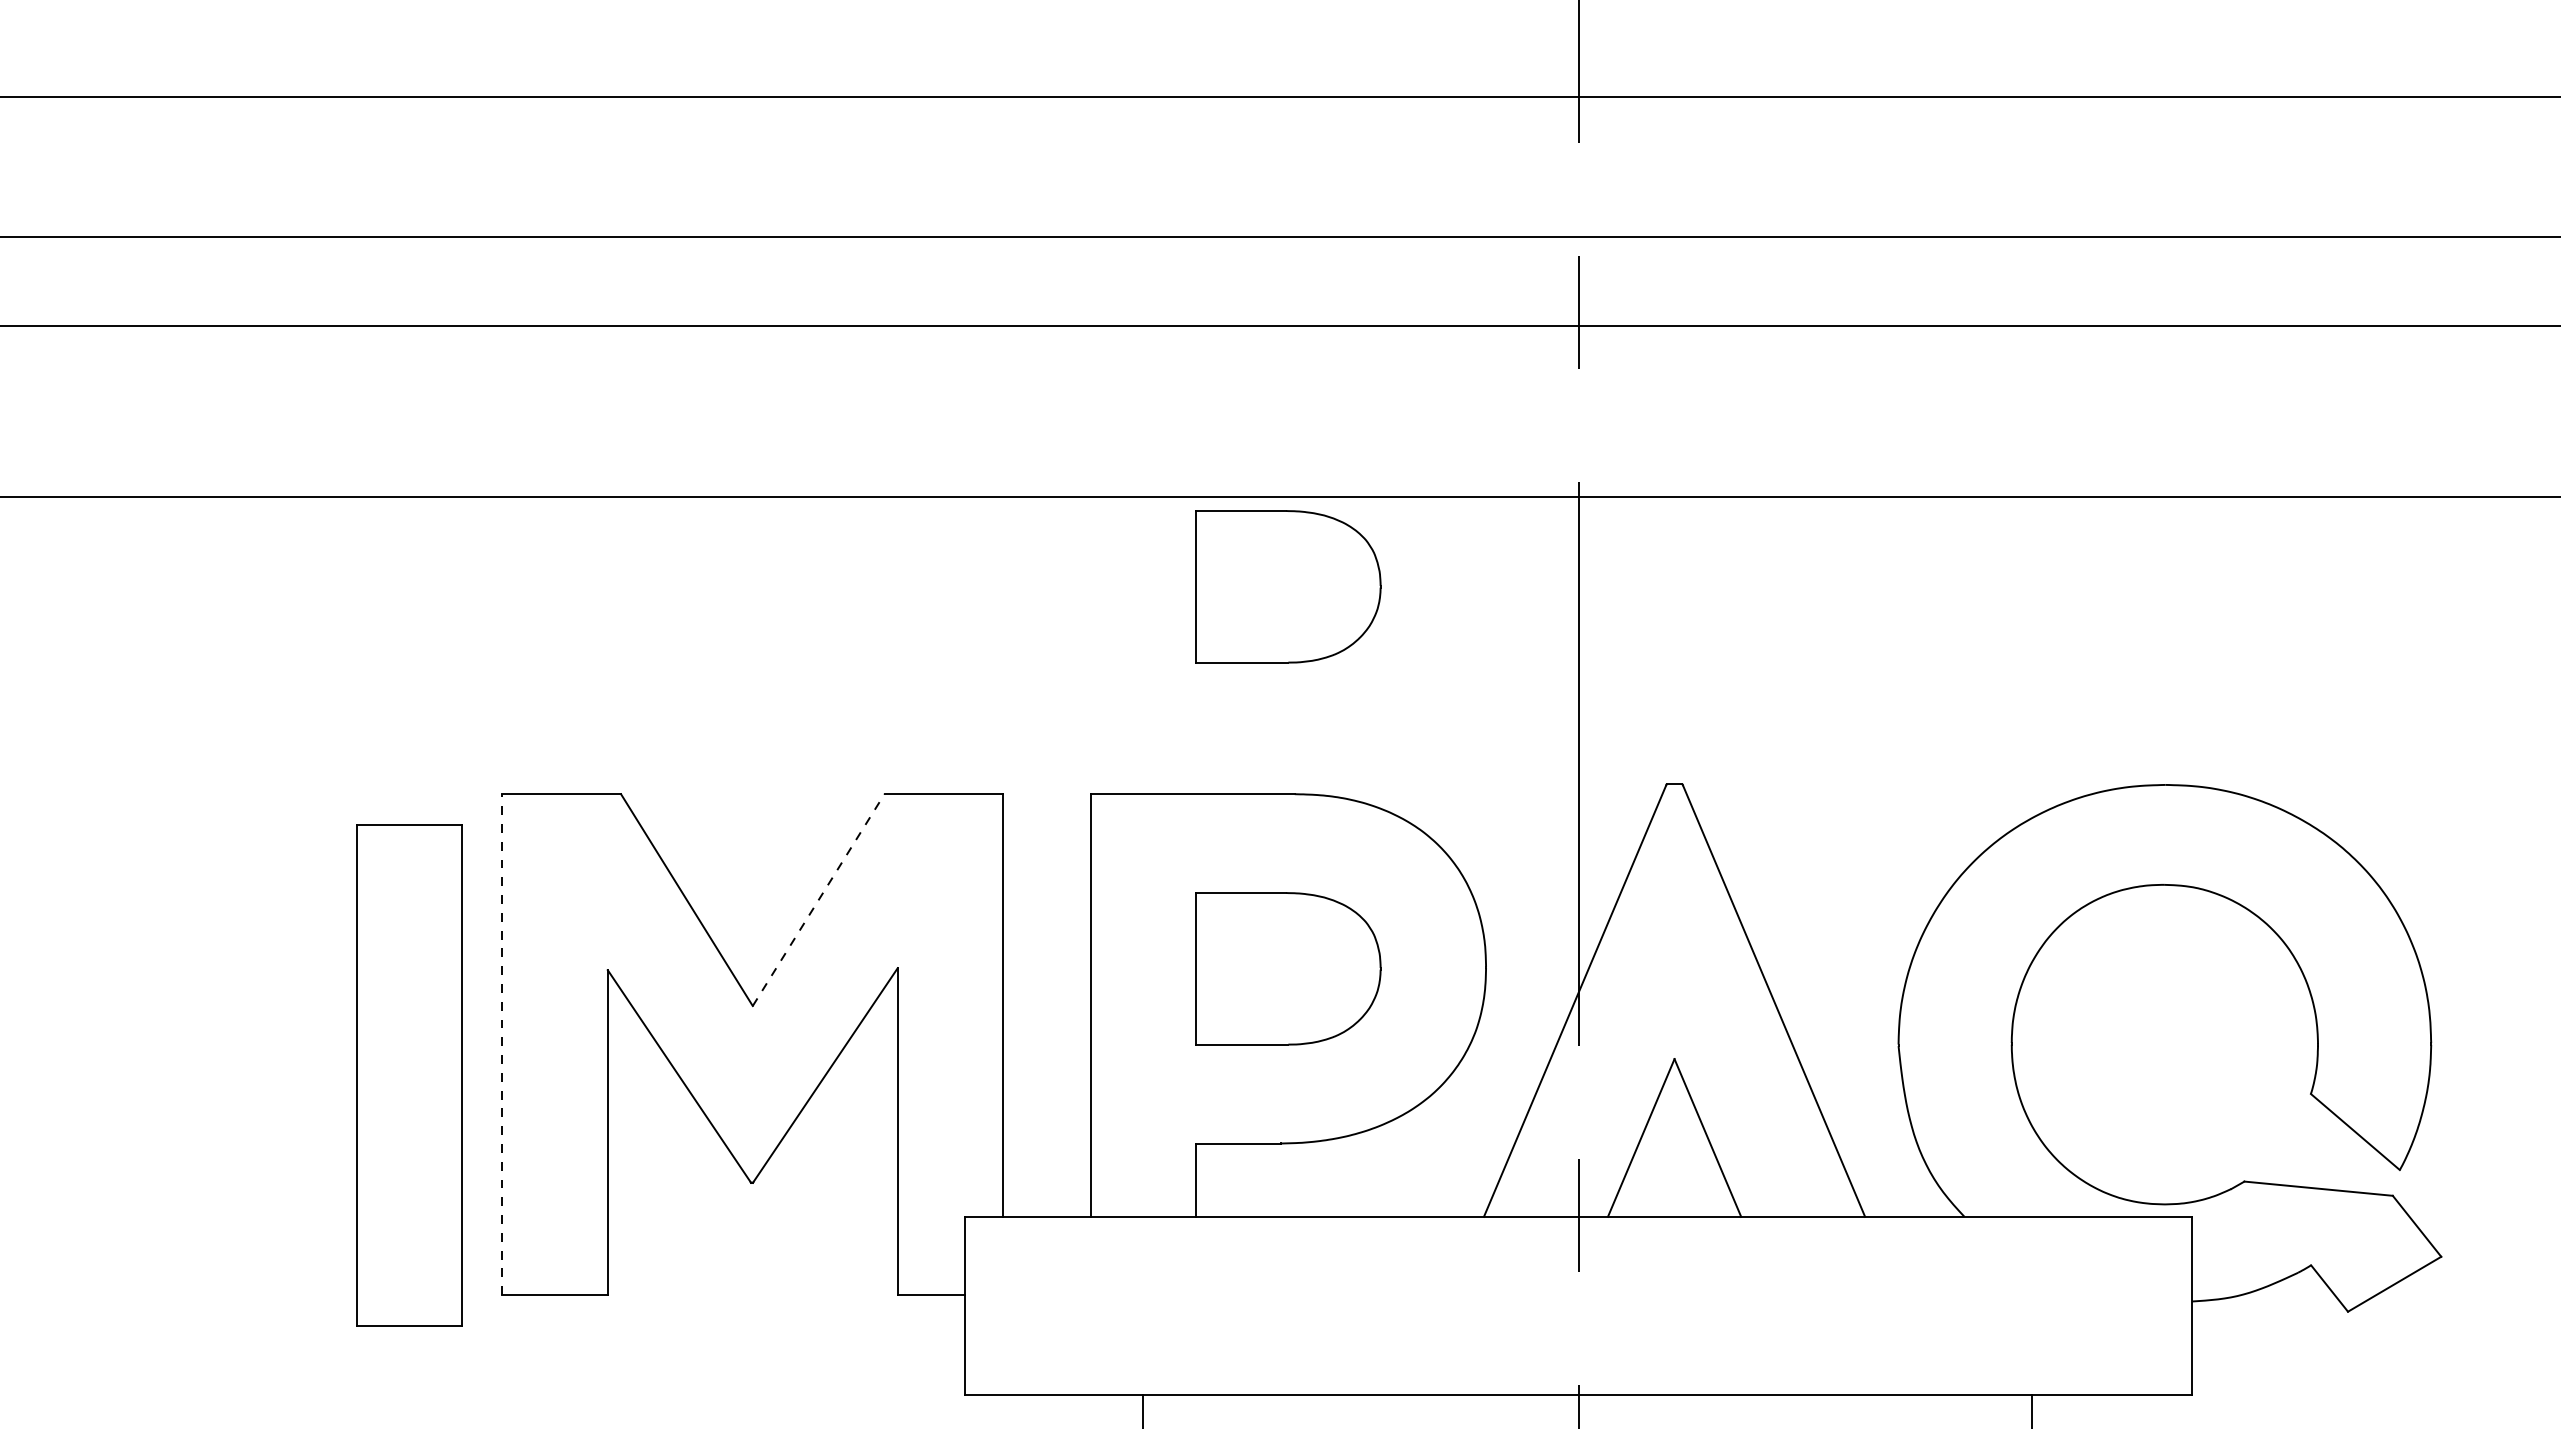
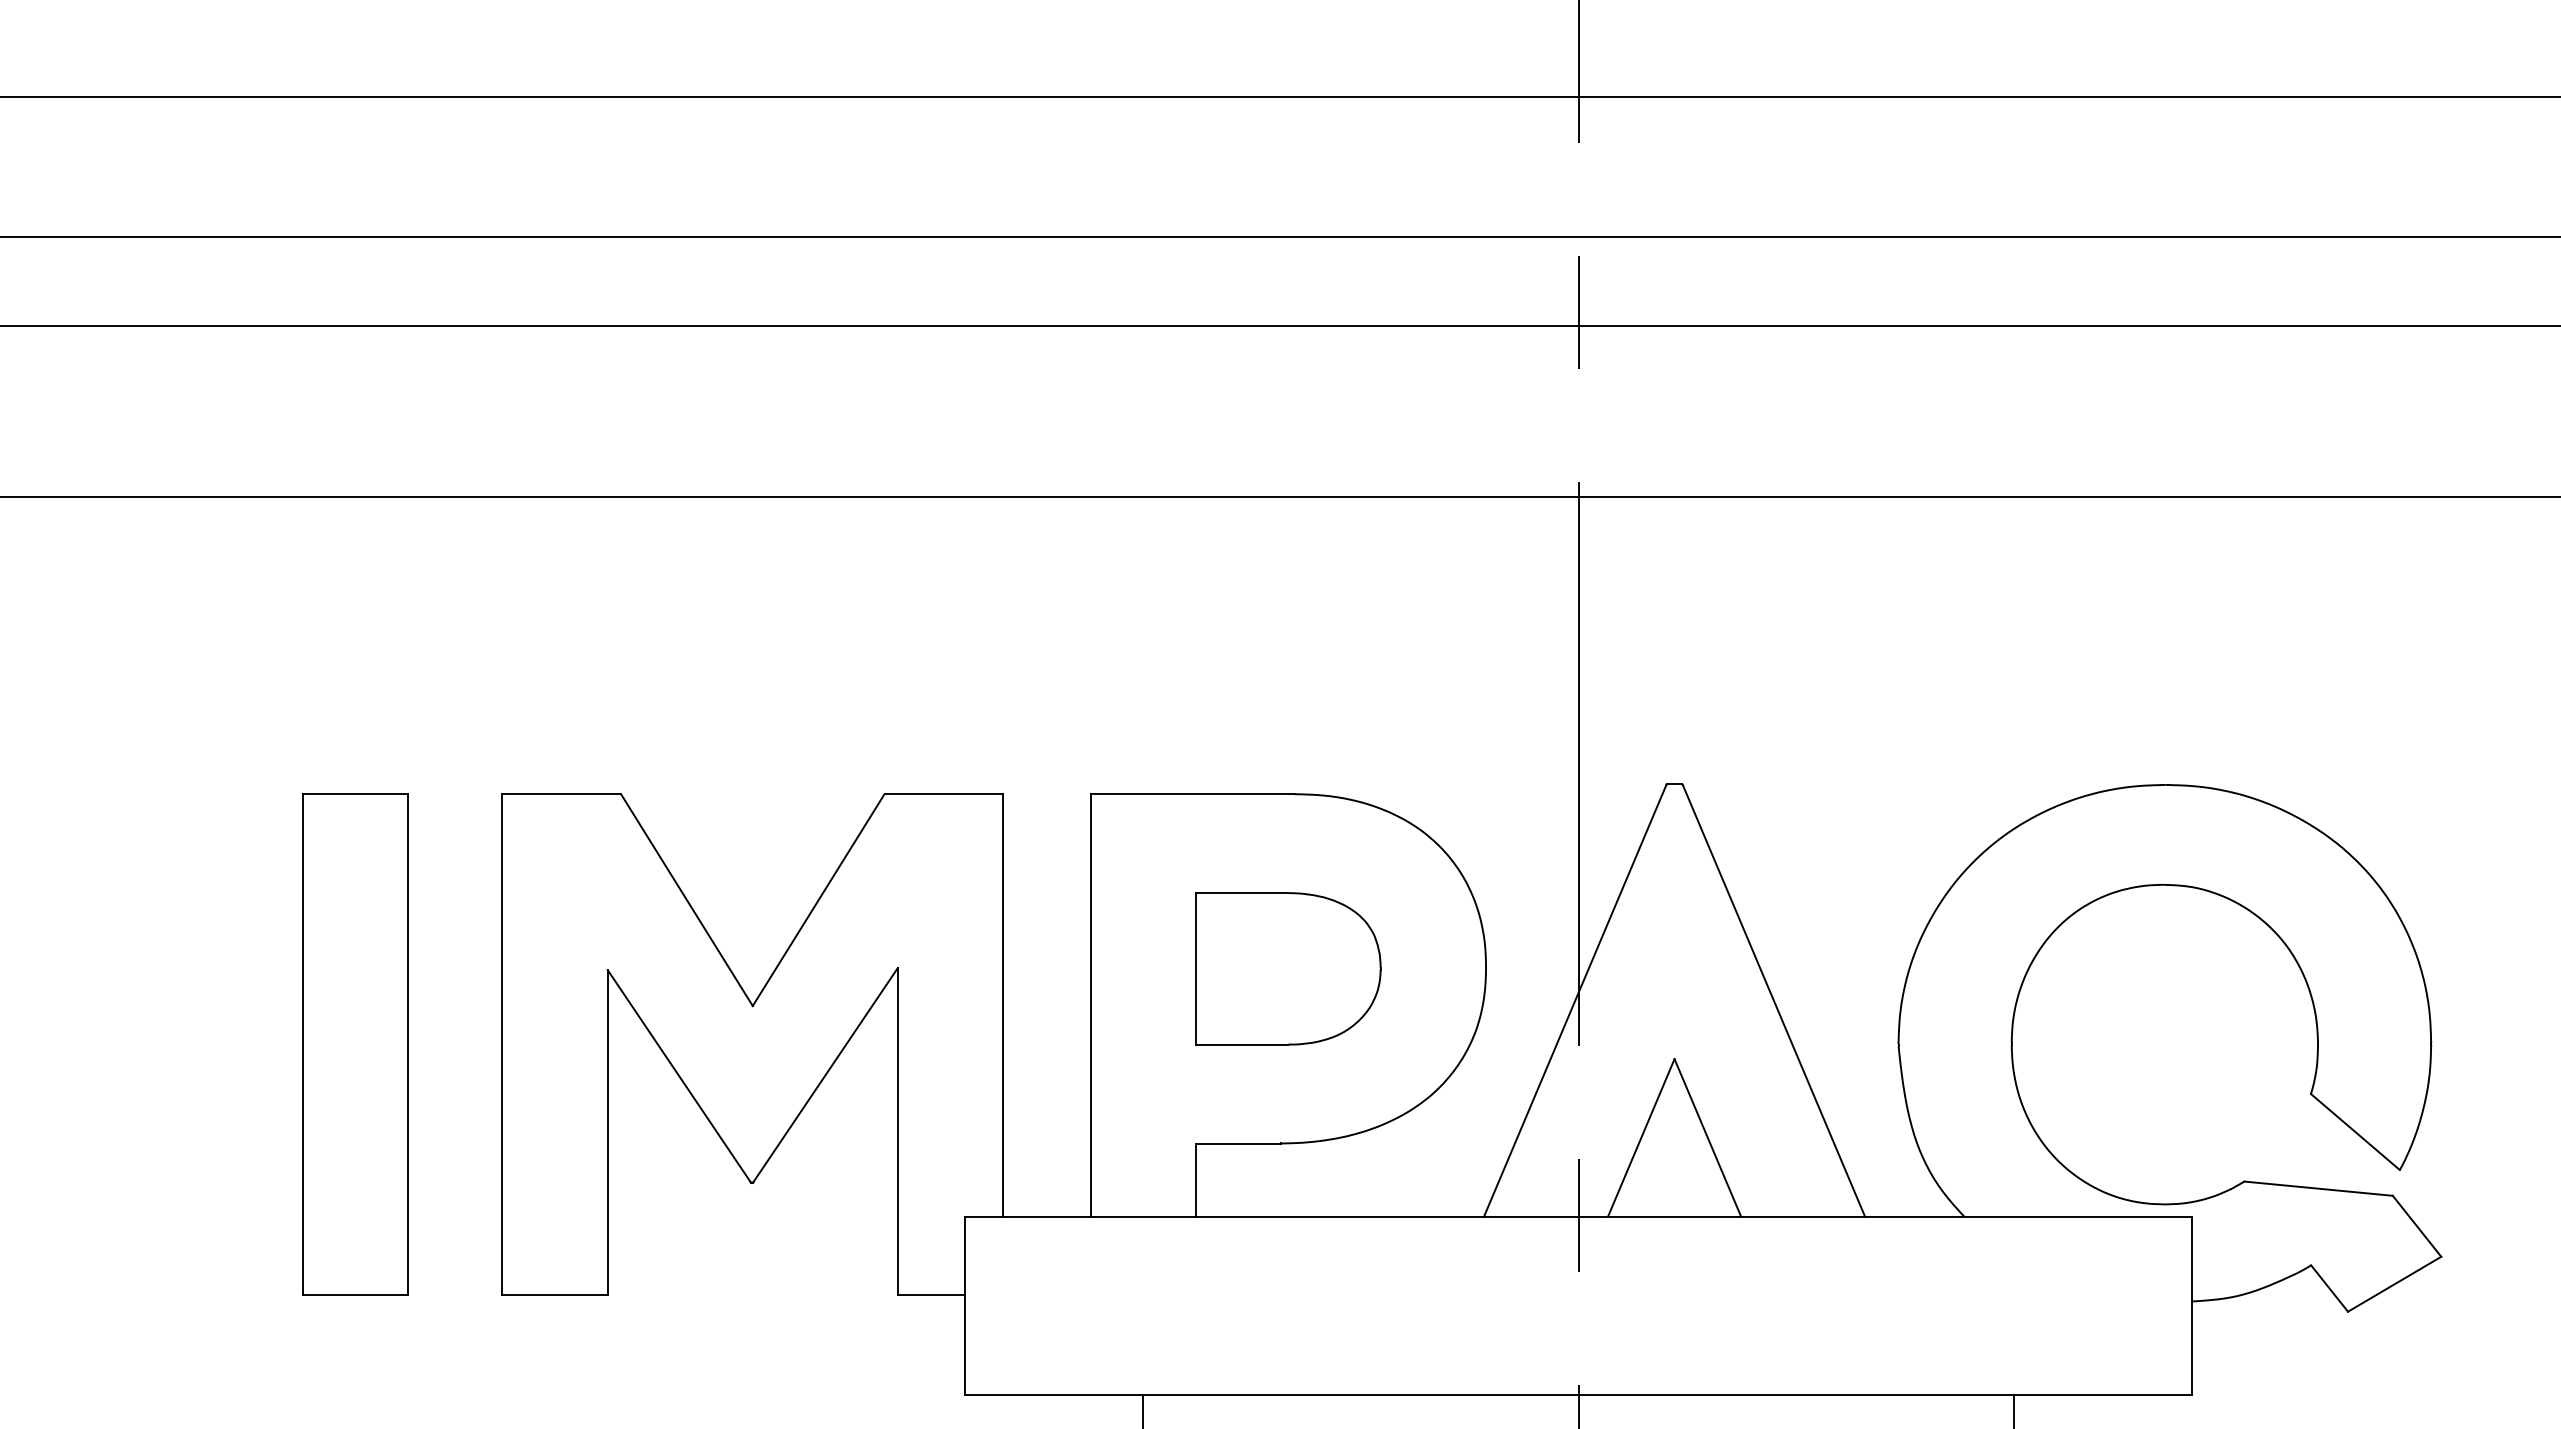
part at (1288, 586): present -> none
line at (818, 900): dashed -> solid
line at (502, 1044): dashed -> solid
part at (409, 1075) position: (409, 1075) -> (355, 1044)
line at (2032, 1409) position: (2032, 1409) -> (2014, 1409)
